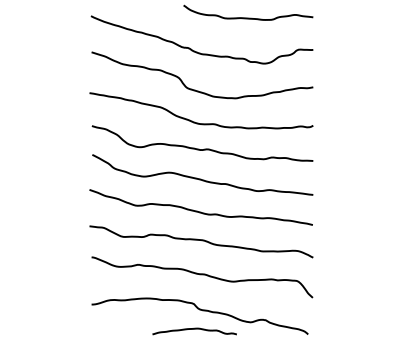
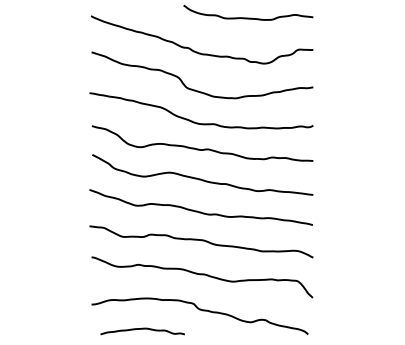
curve at (194, 329) position: (194, 329) -> (142, 329)
